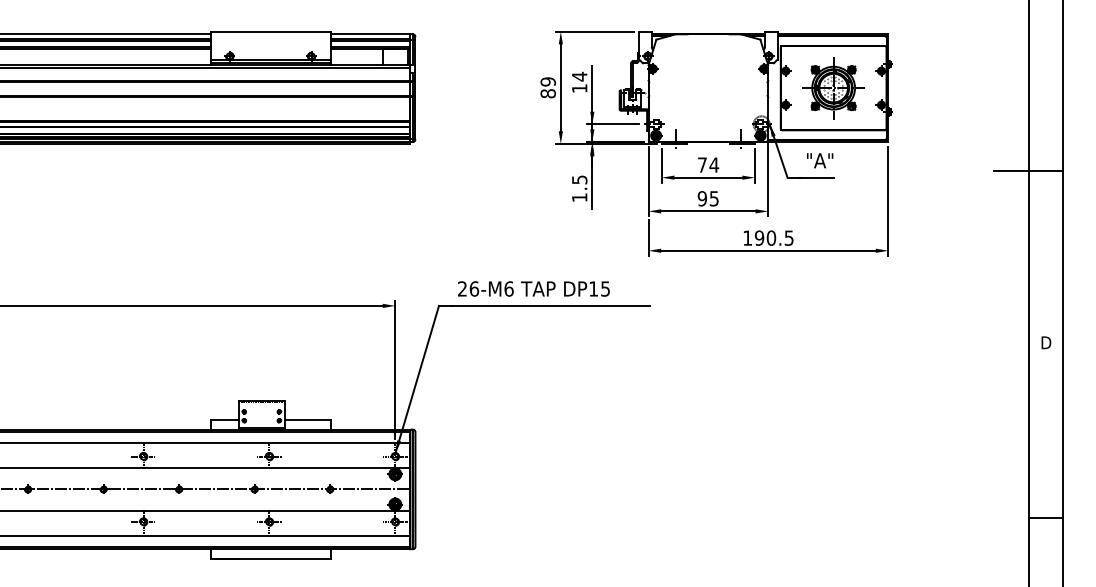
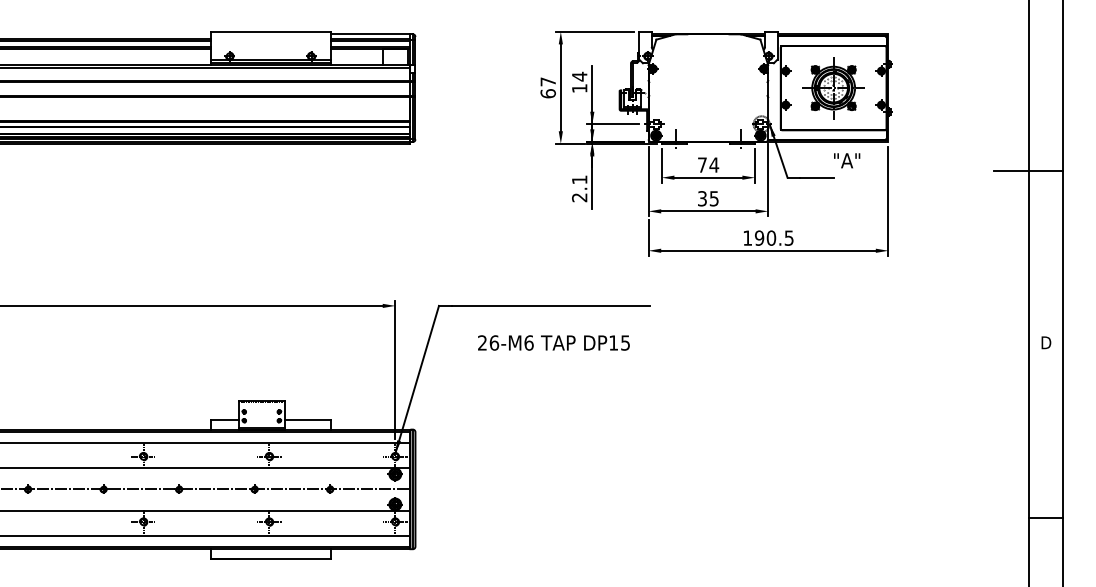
line at (106, 34): present -> none
text at (547, 87): 89 -> 67
text at (820, 160) position: (820, 160) -> (847, 160)
text at (579, 188): 1.5 -> 2.1
text at (702, 198): 95 -> 35
text at (533, 288) position: (533, 288) -> (553, 342)
